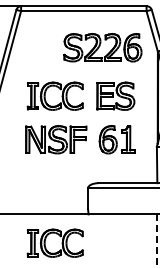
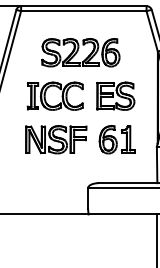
part at (102, 47) position: (102, 47) -> (80, 52)
line at (156, 241): dashed -> solid
part at (54, 242): present -> none
